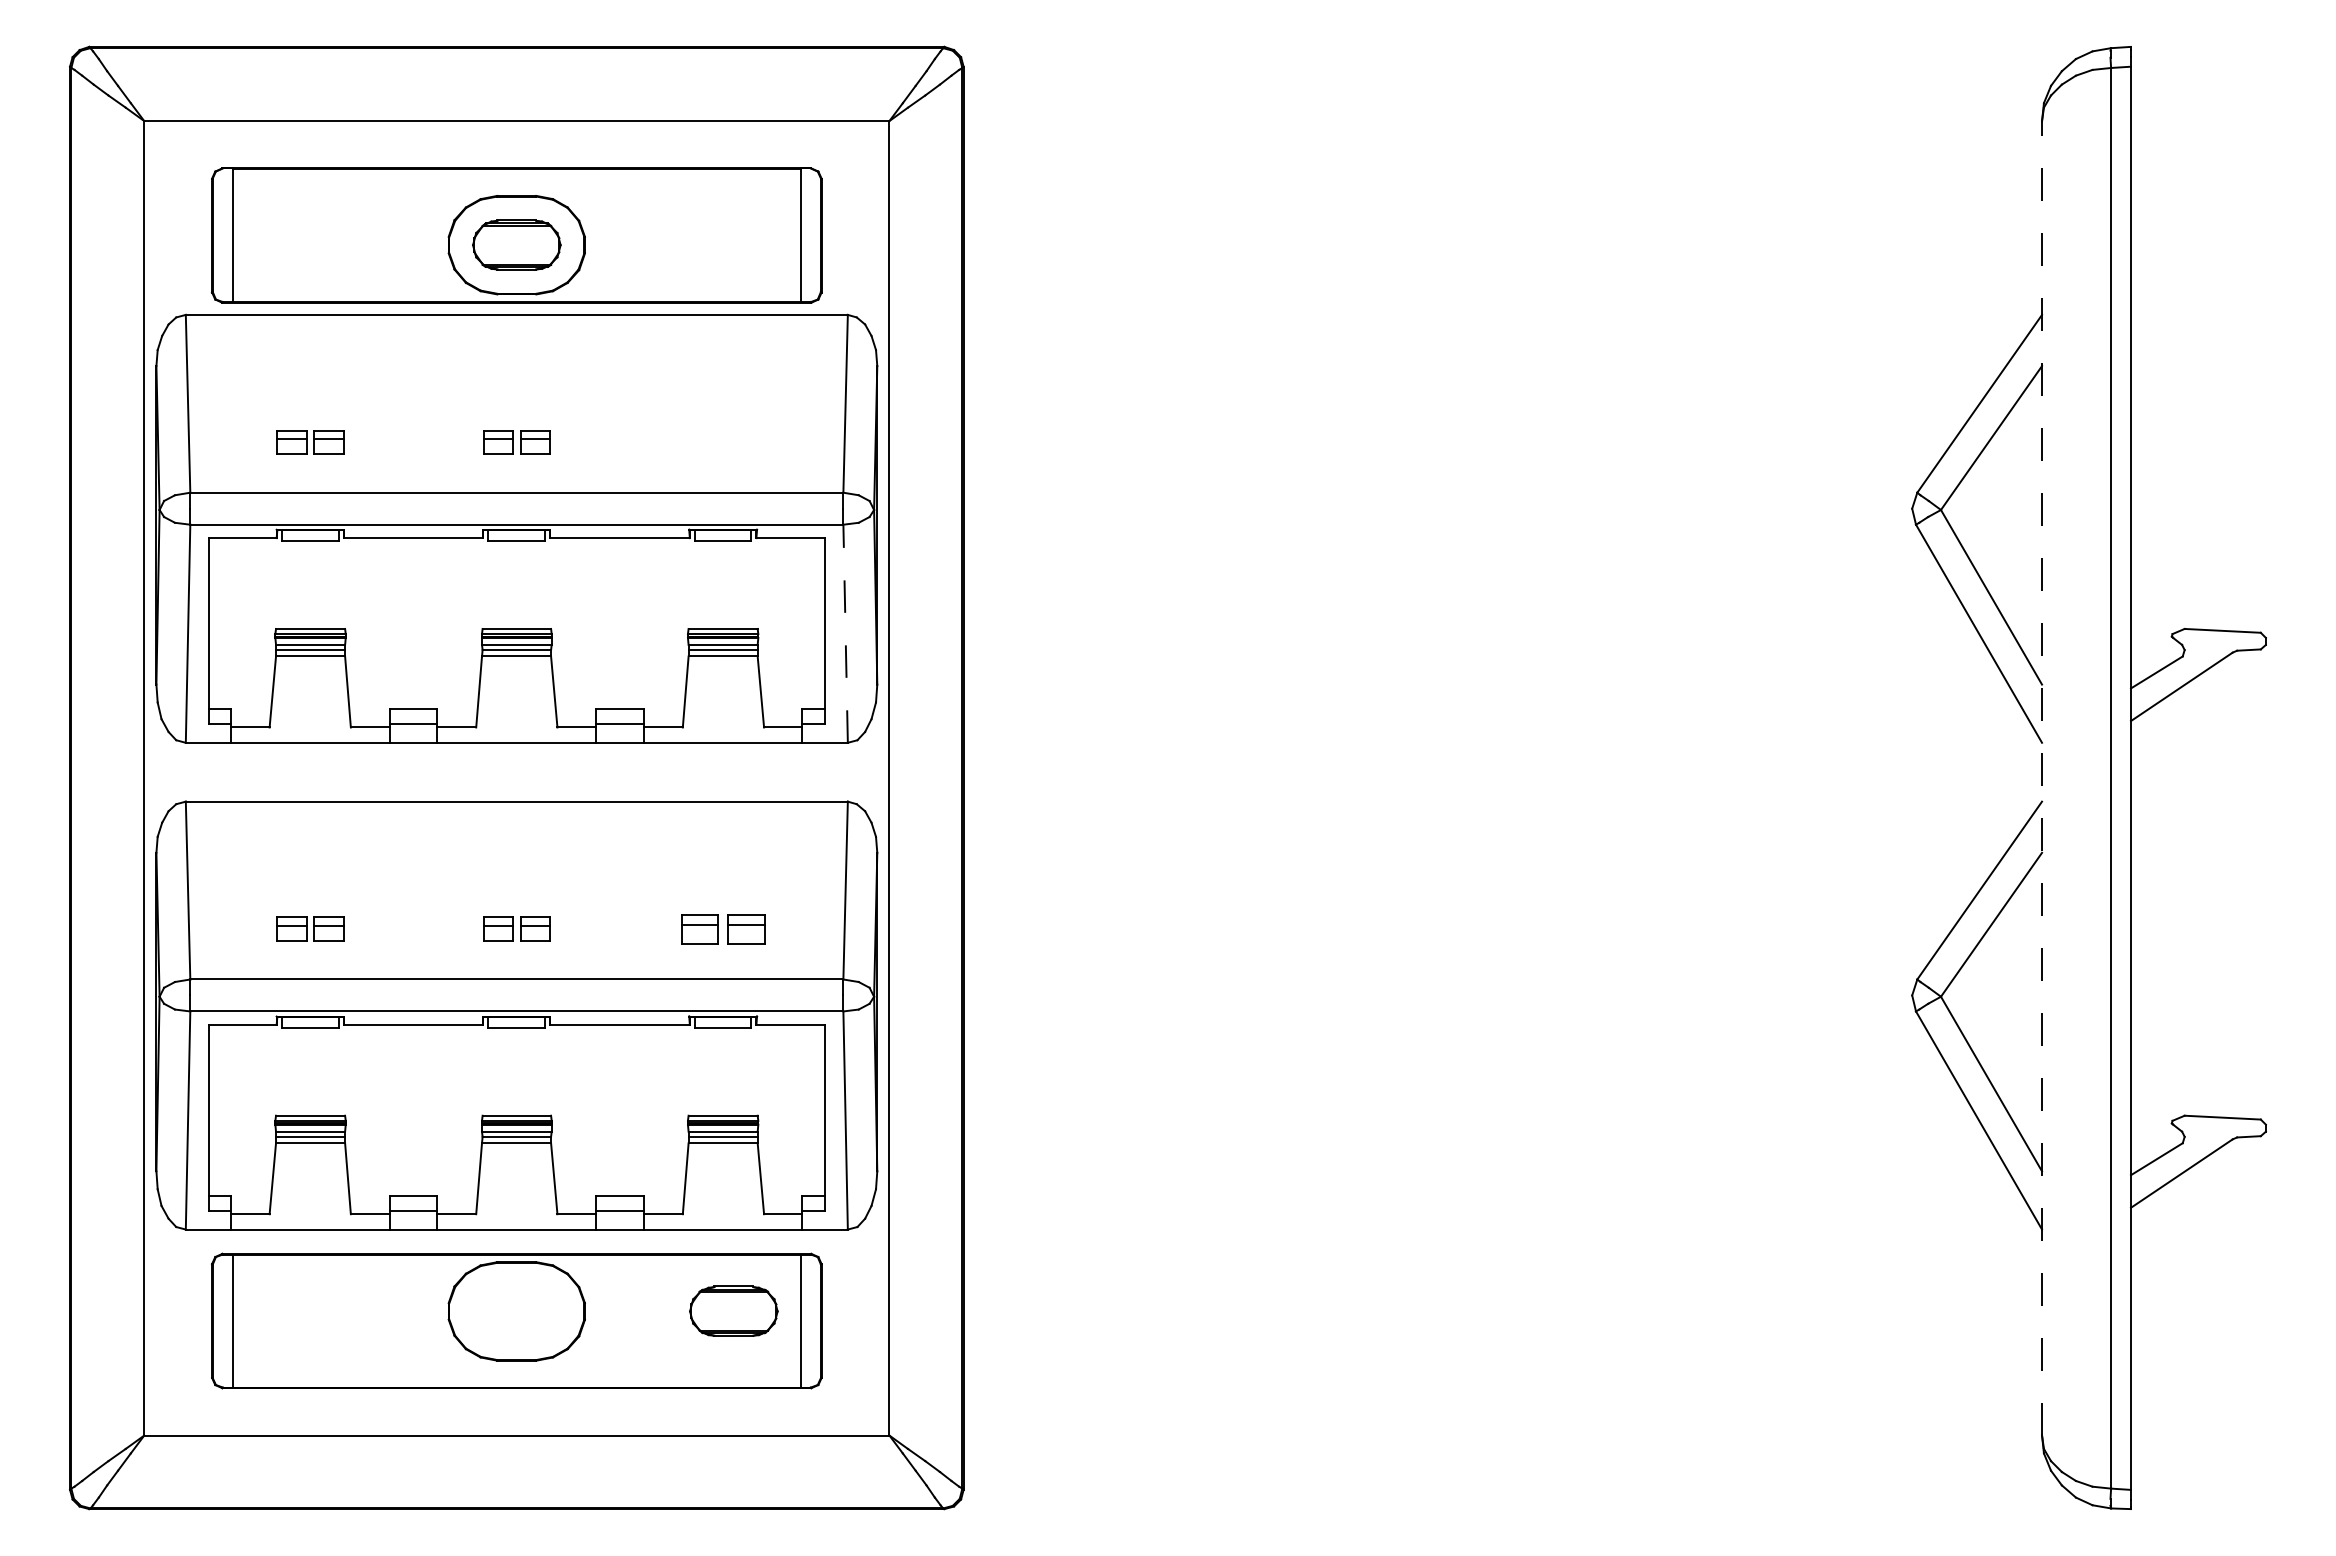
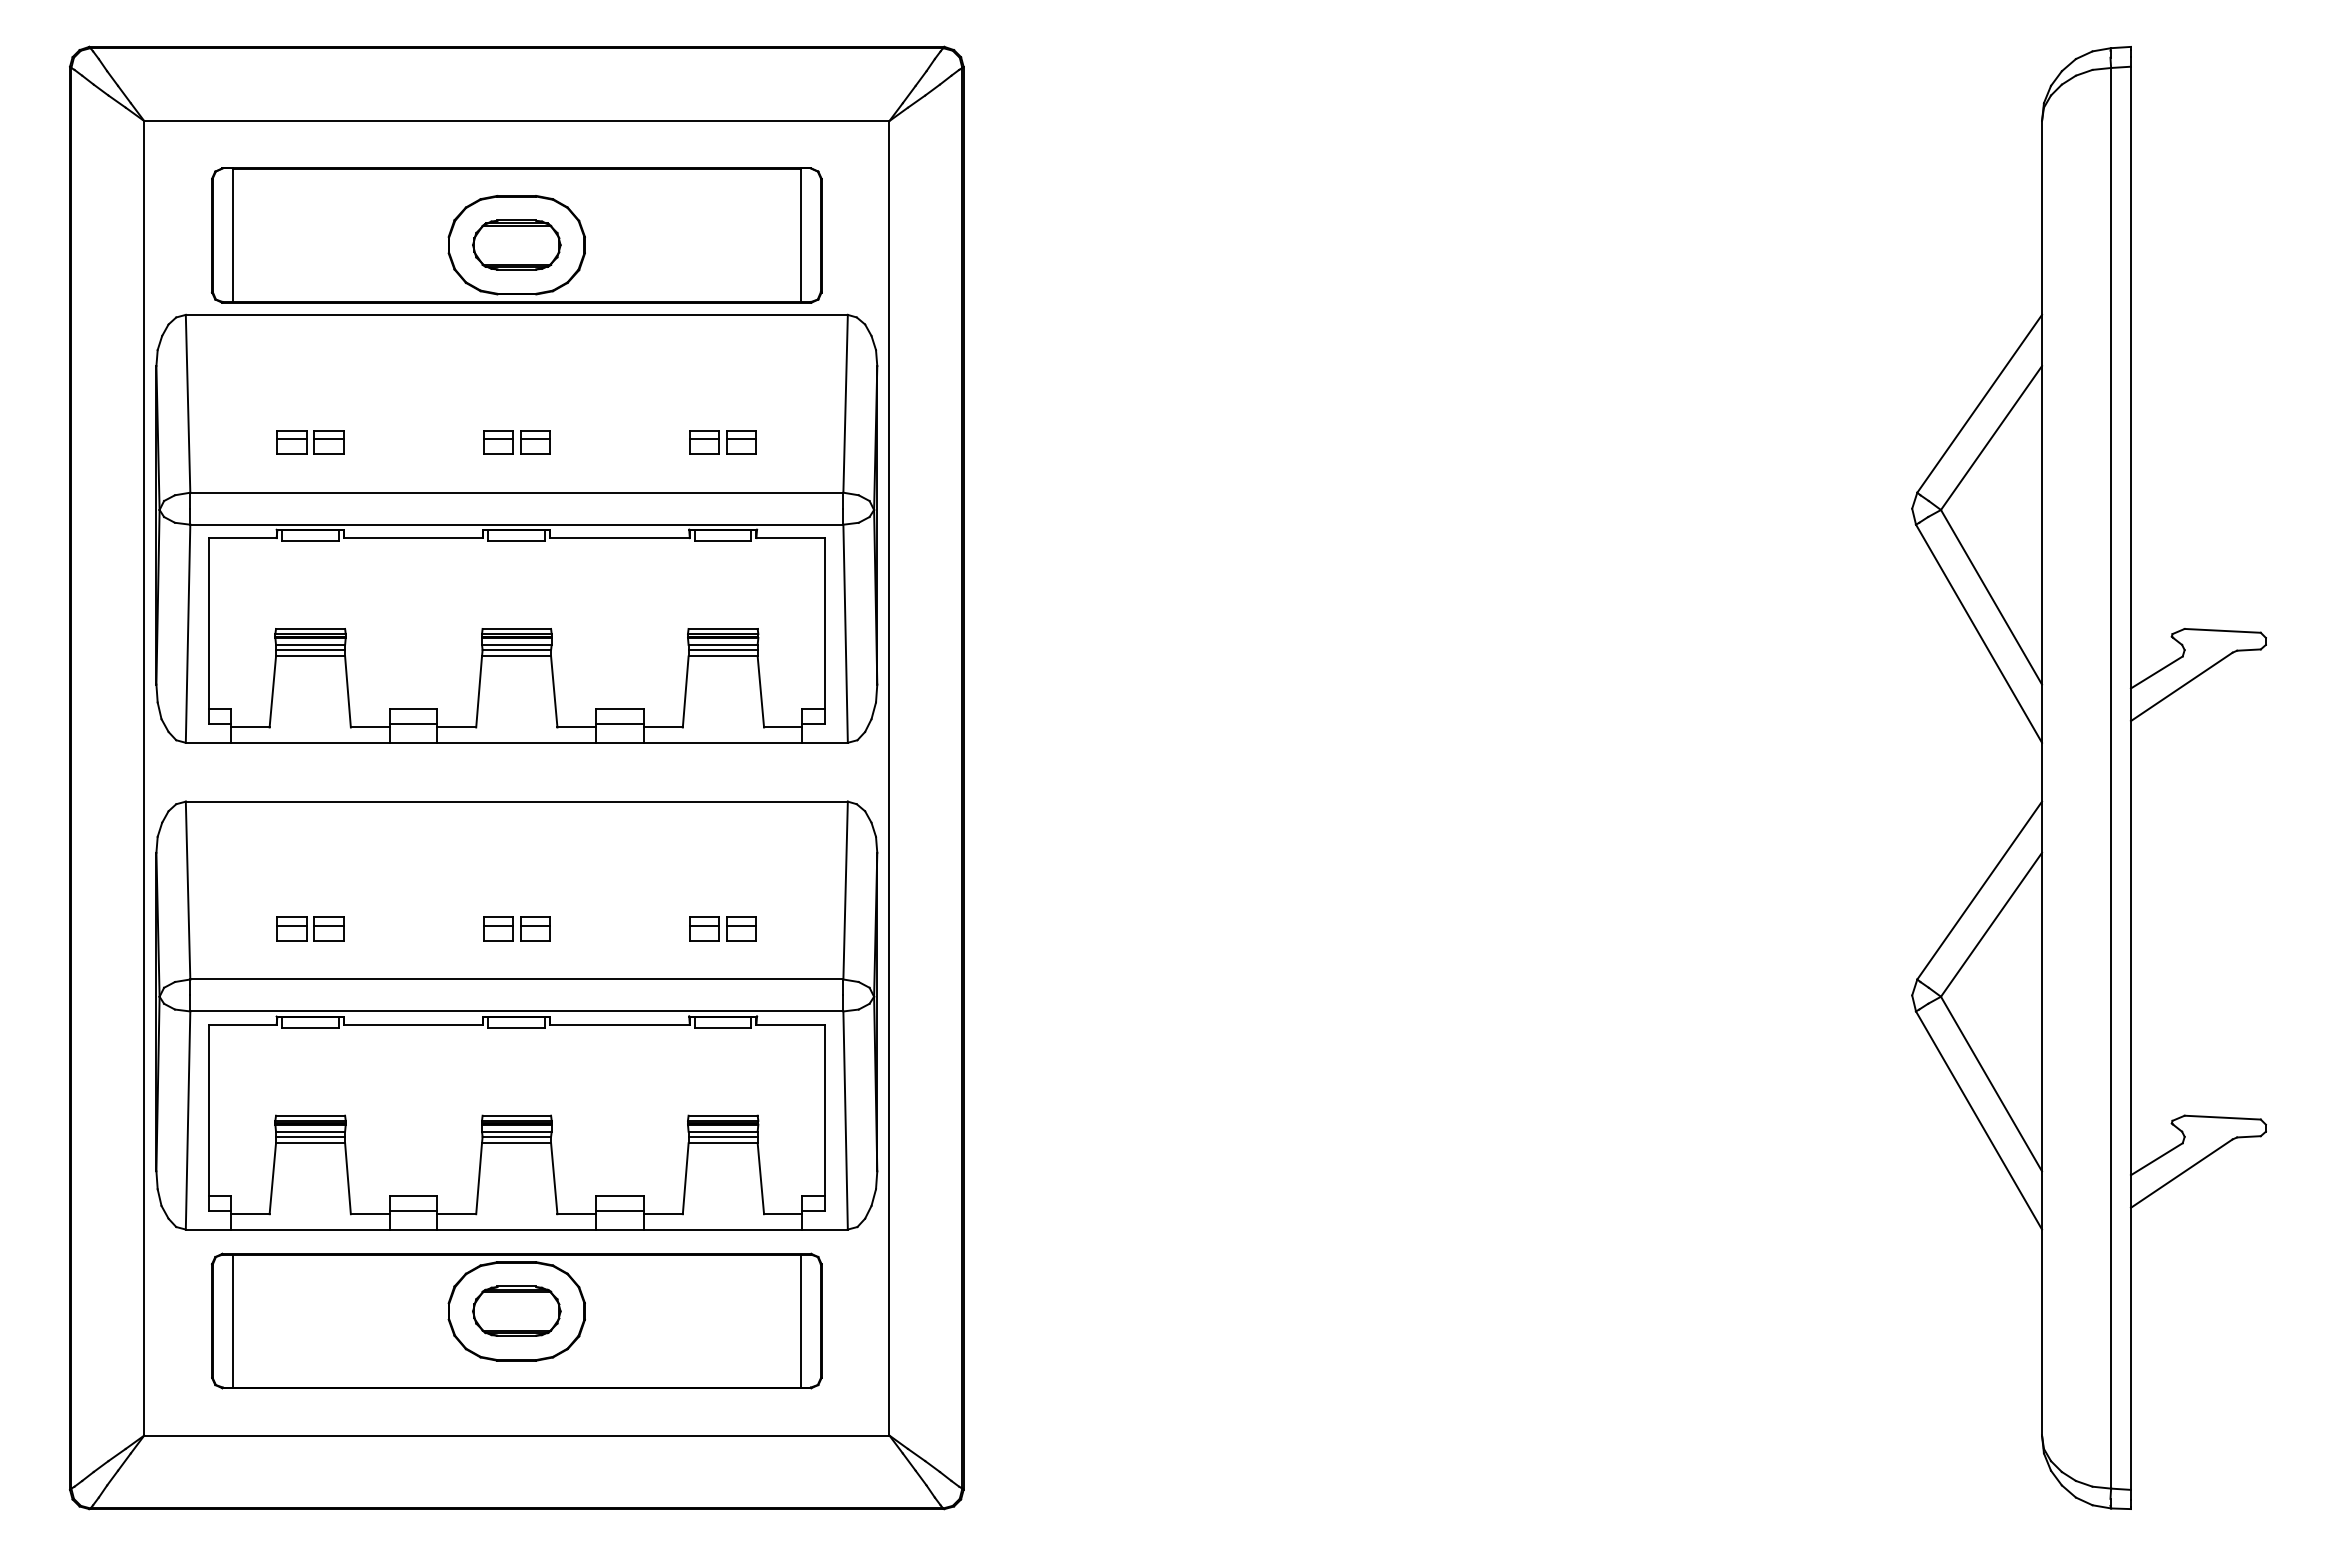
part at (722, 442): none -> present
line at (845, 633): dashed -> solid
line at (2042, 777): dashed -> solid
part at (723, 929) size: 85x31 px -> 68x26 px
part at (733, 1310) position: (733, 1310) -> (516, 1310)
